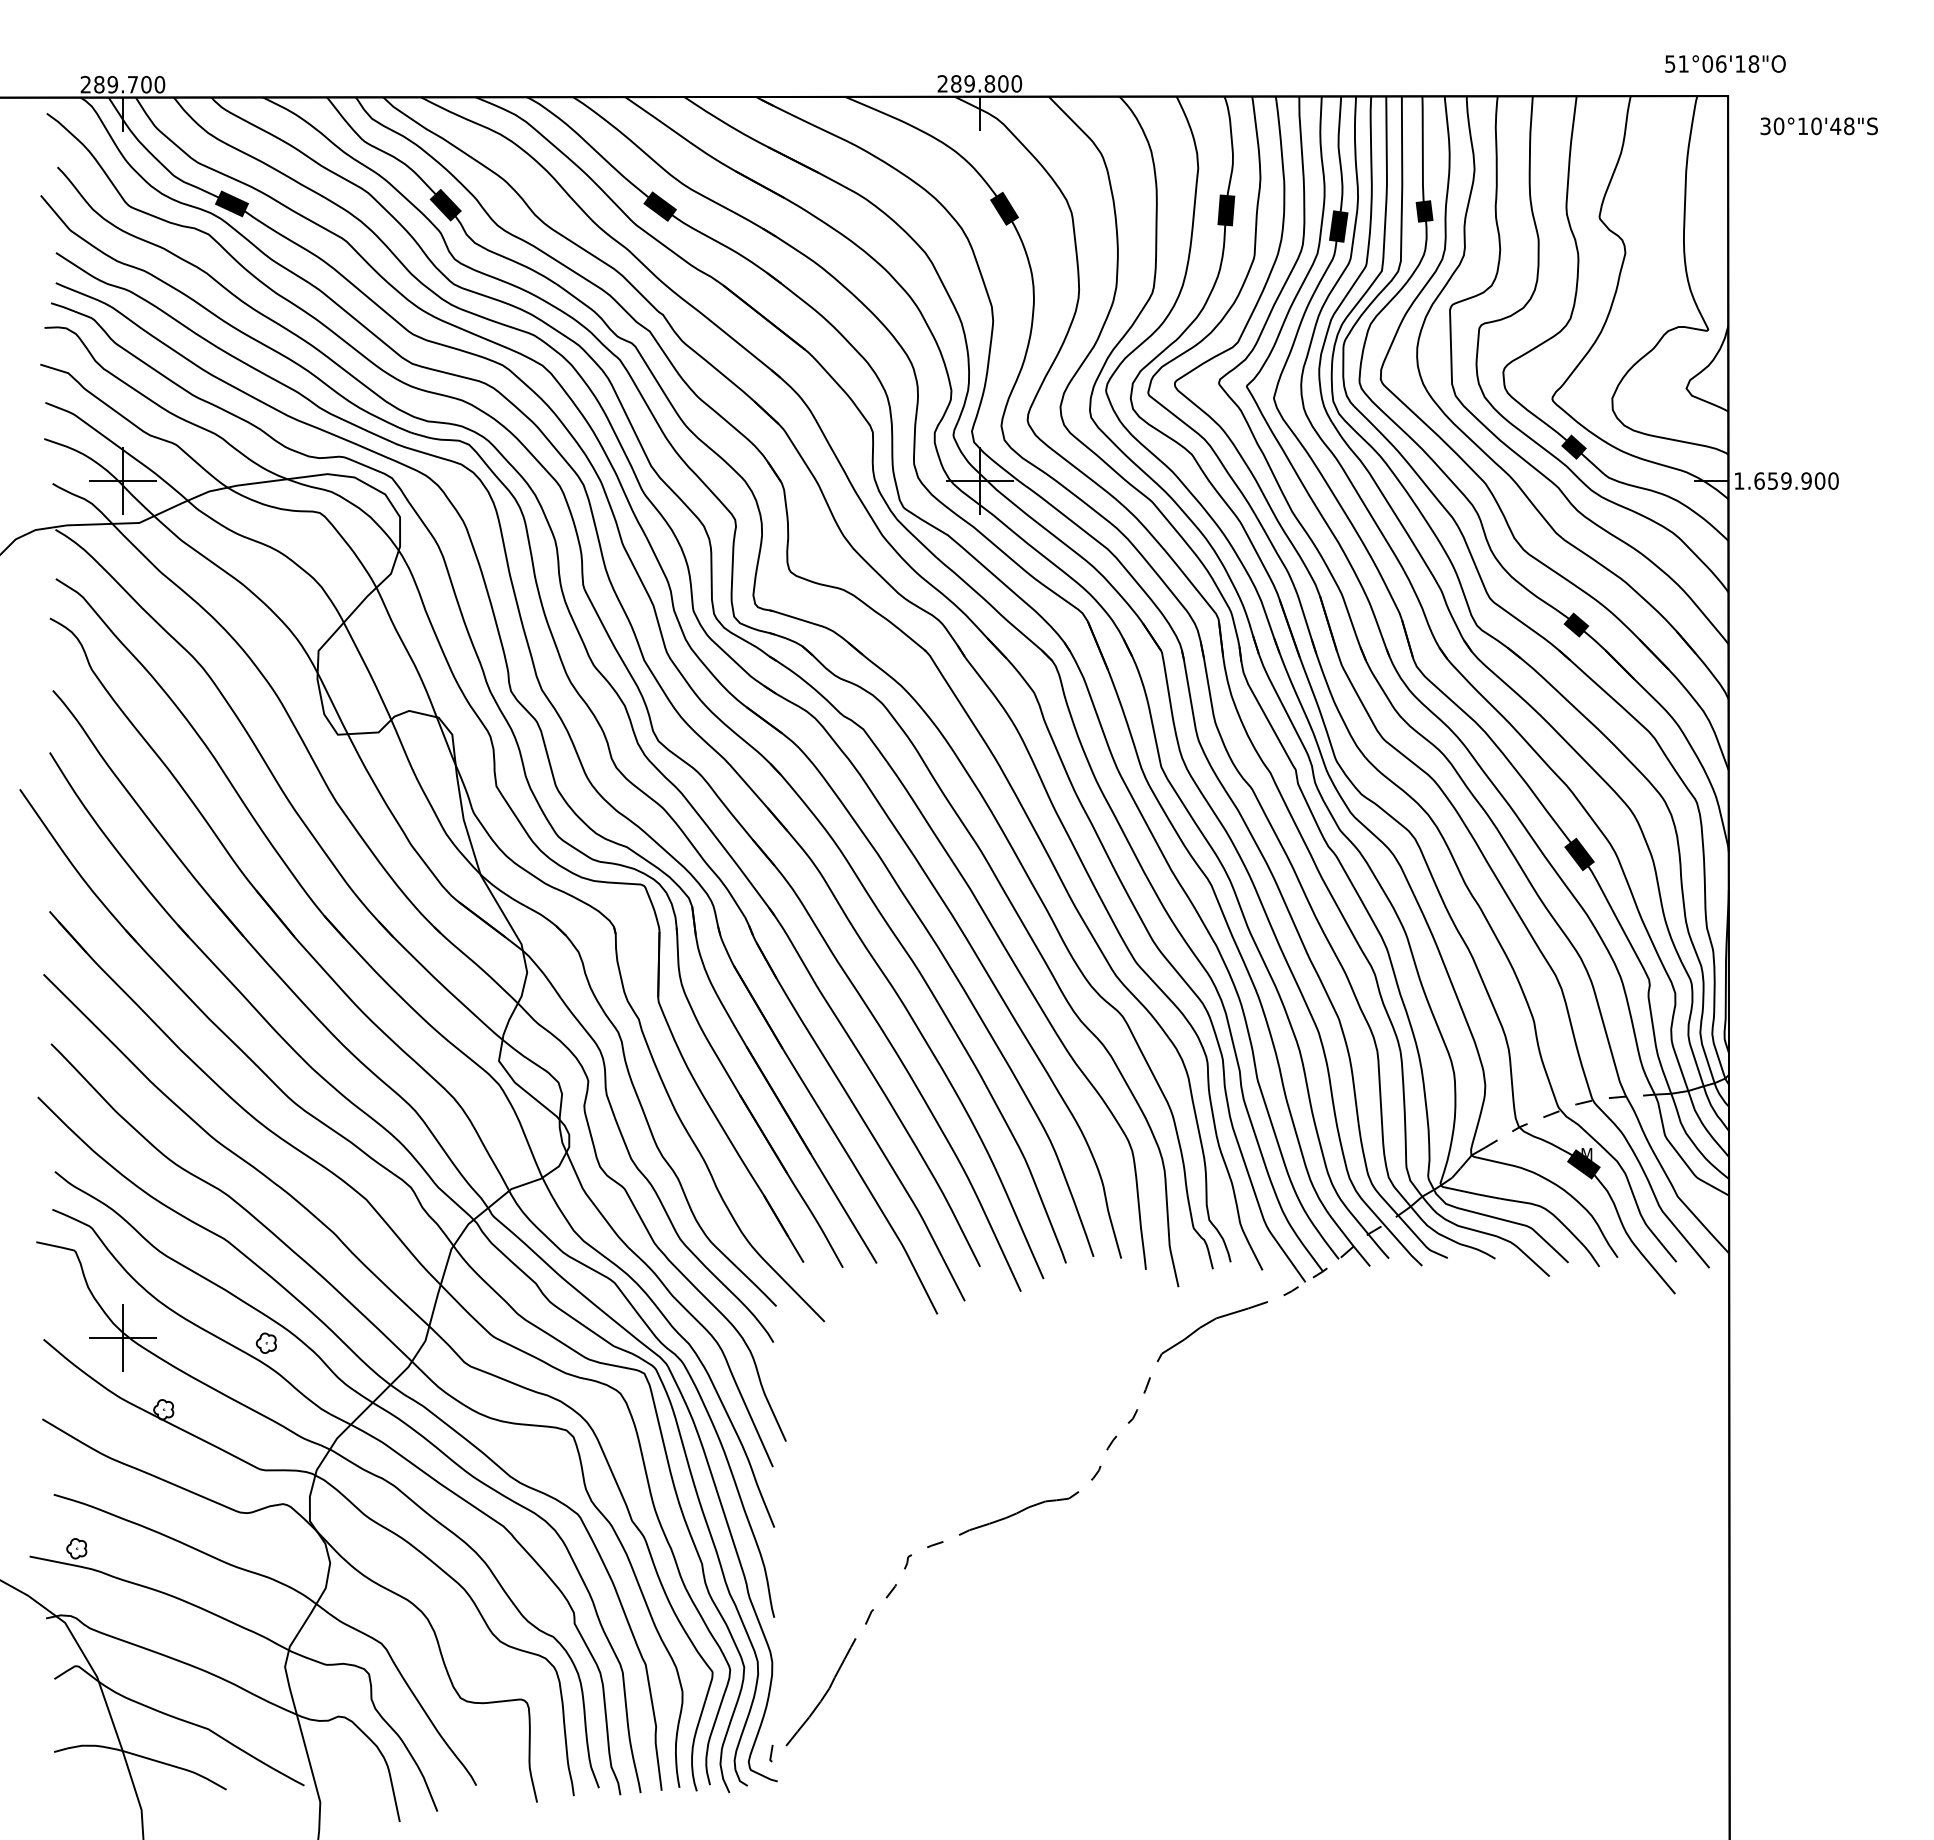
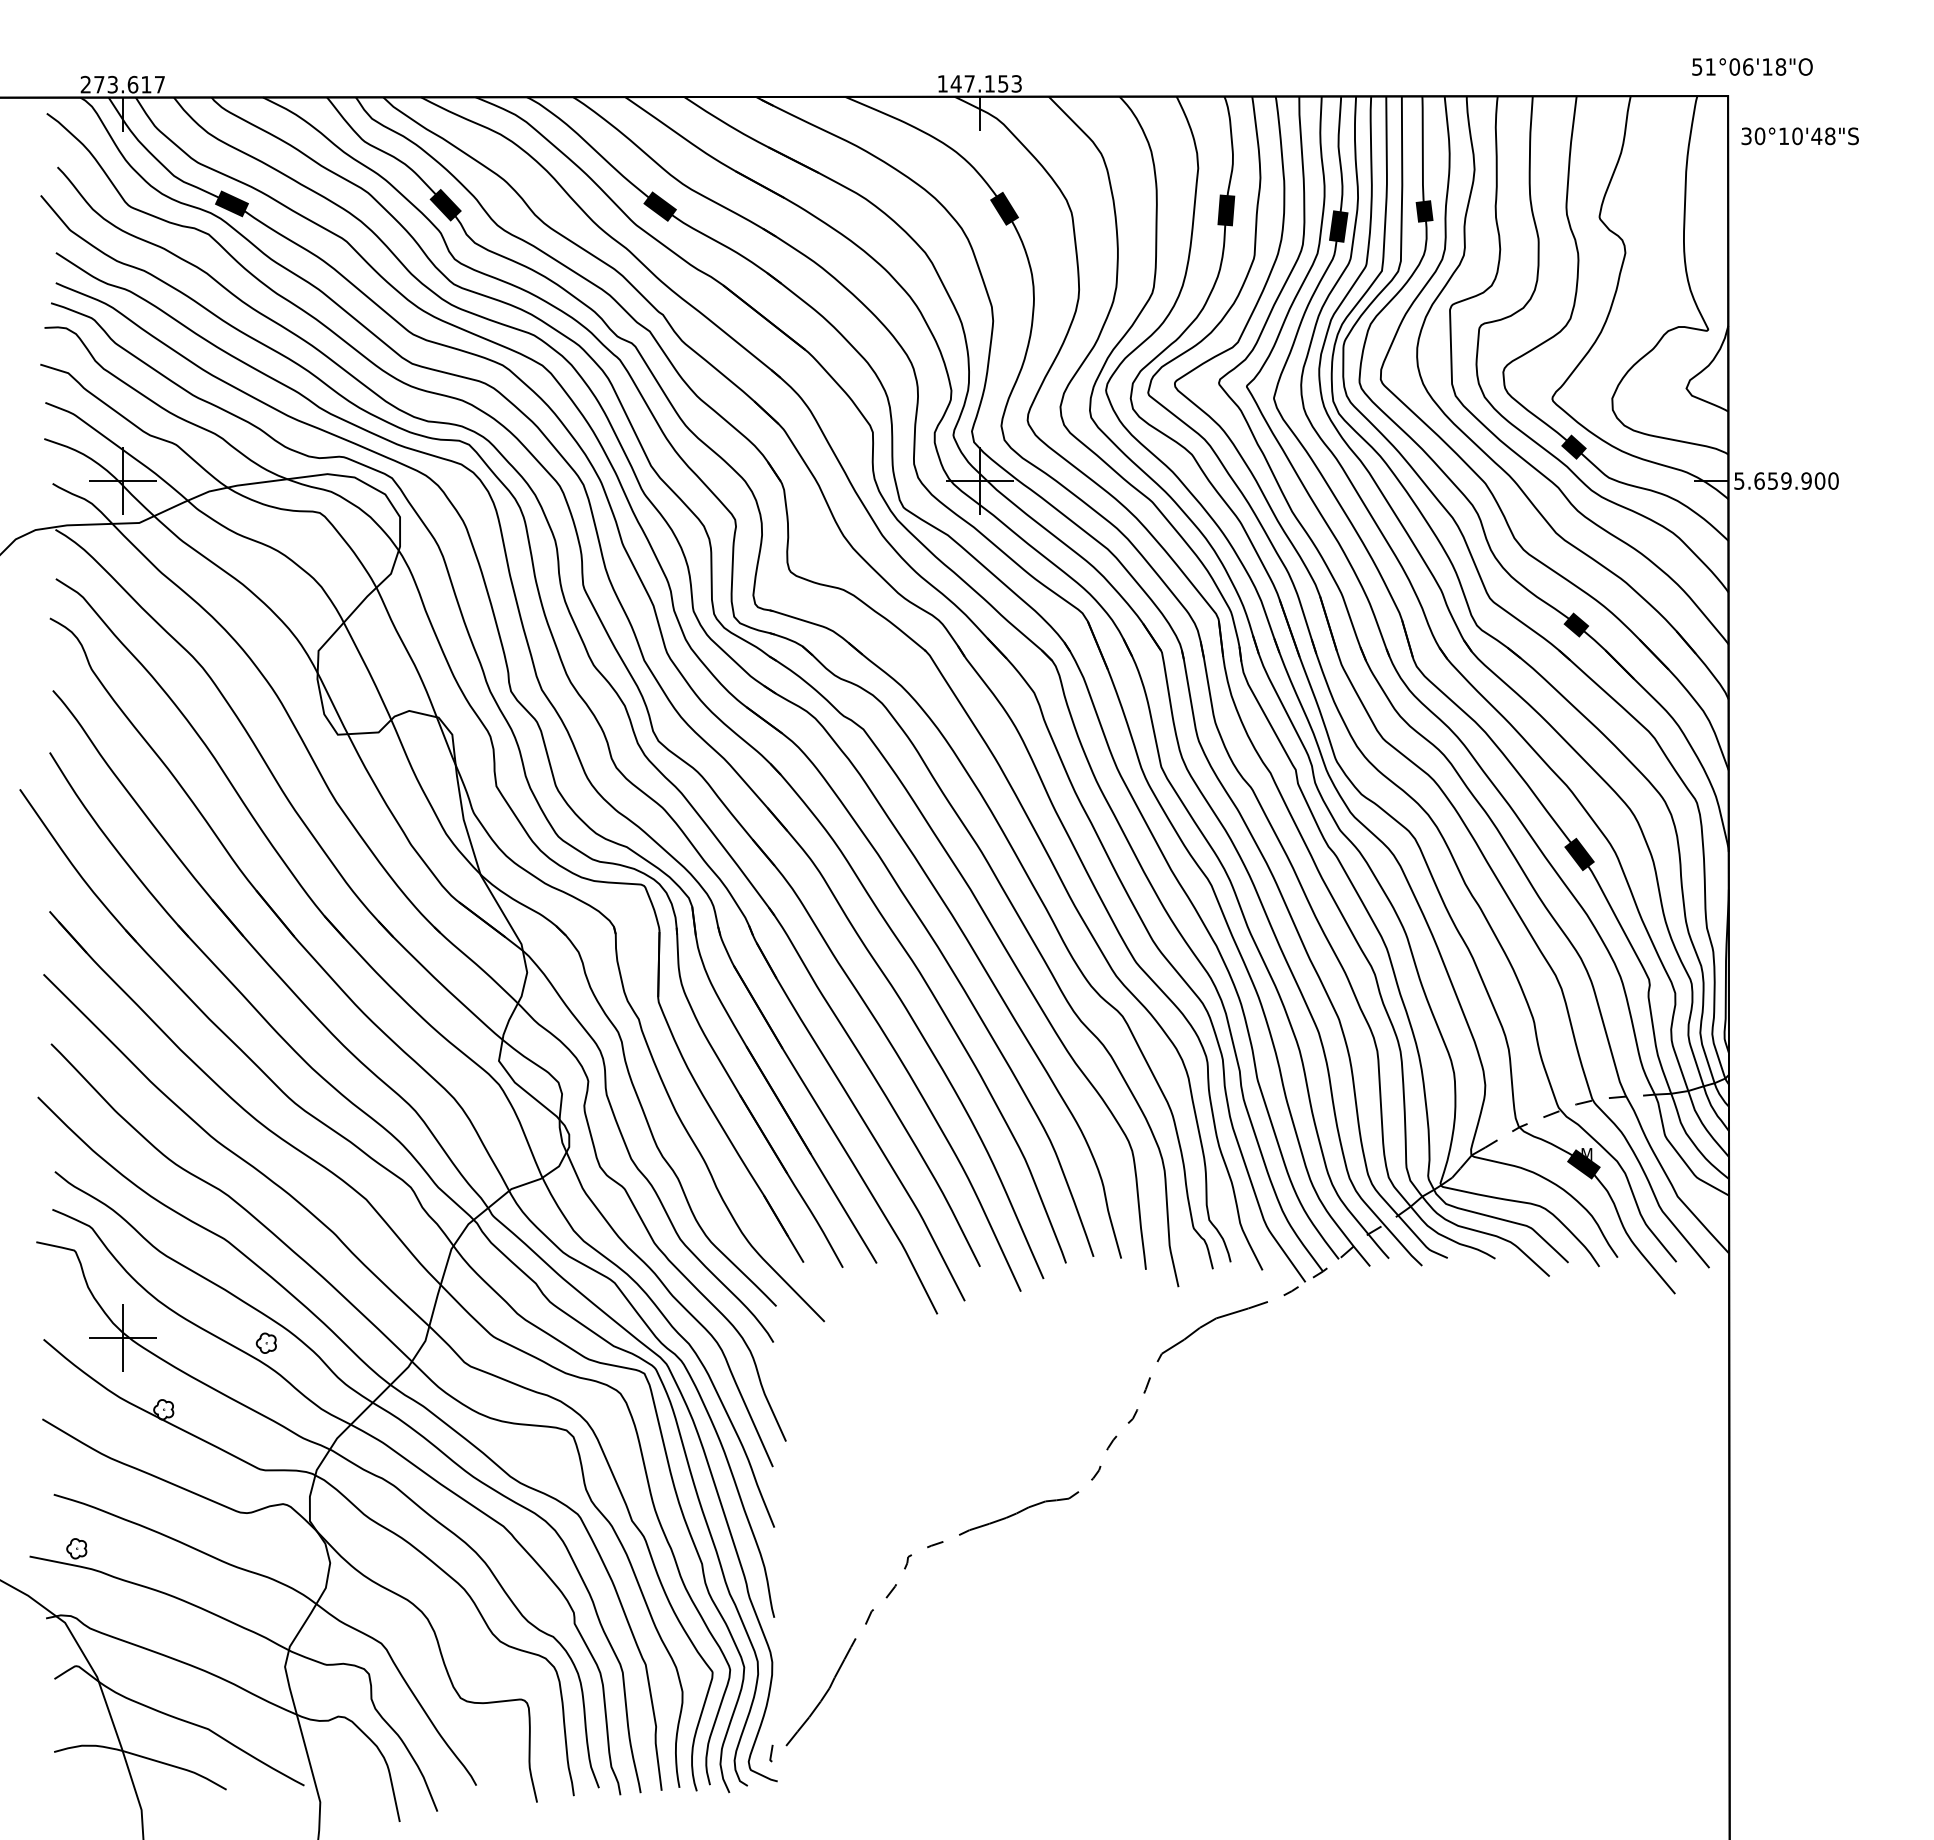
text at (1725, 63) position: (1725, 63) -> (1752, 66)
text at (979, 83): 289.800 -> 147.153
text at (129, 84): 289.700 -> 273.617
text at (1818, 126) position: (1818, 126) -> (1799, 136)
text at (1739, 480): 1.659.900 -> 5.659.900
